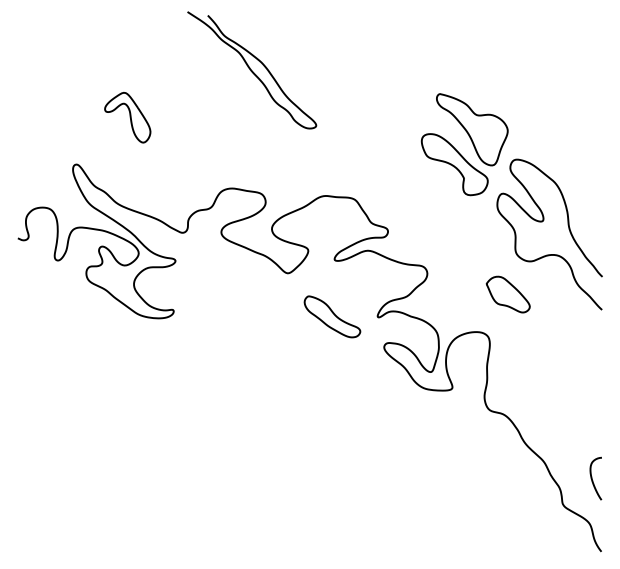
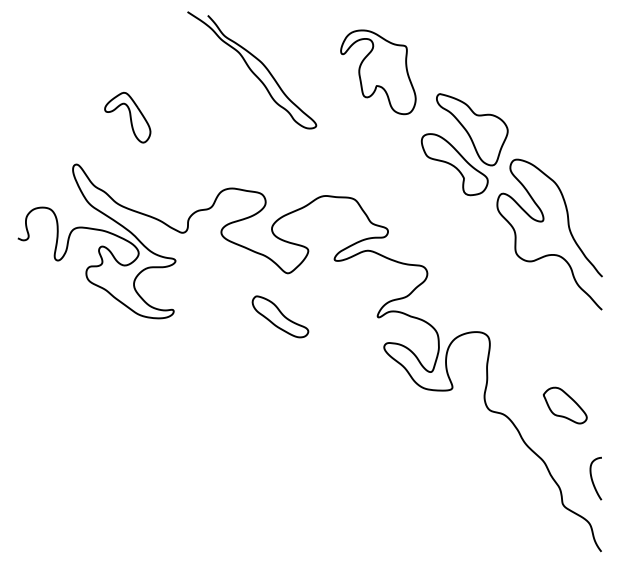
part at (378, 72): none -> present
part at (507, 294) position: (507, 294) -> (564, 405)
part at (332, 316) position: (332, 316) -> (280, 316)
